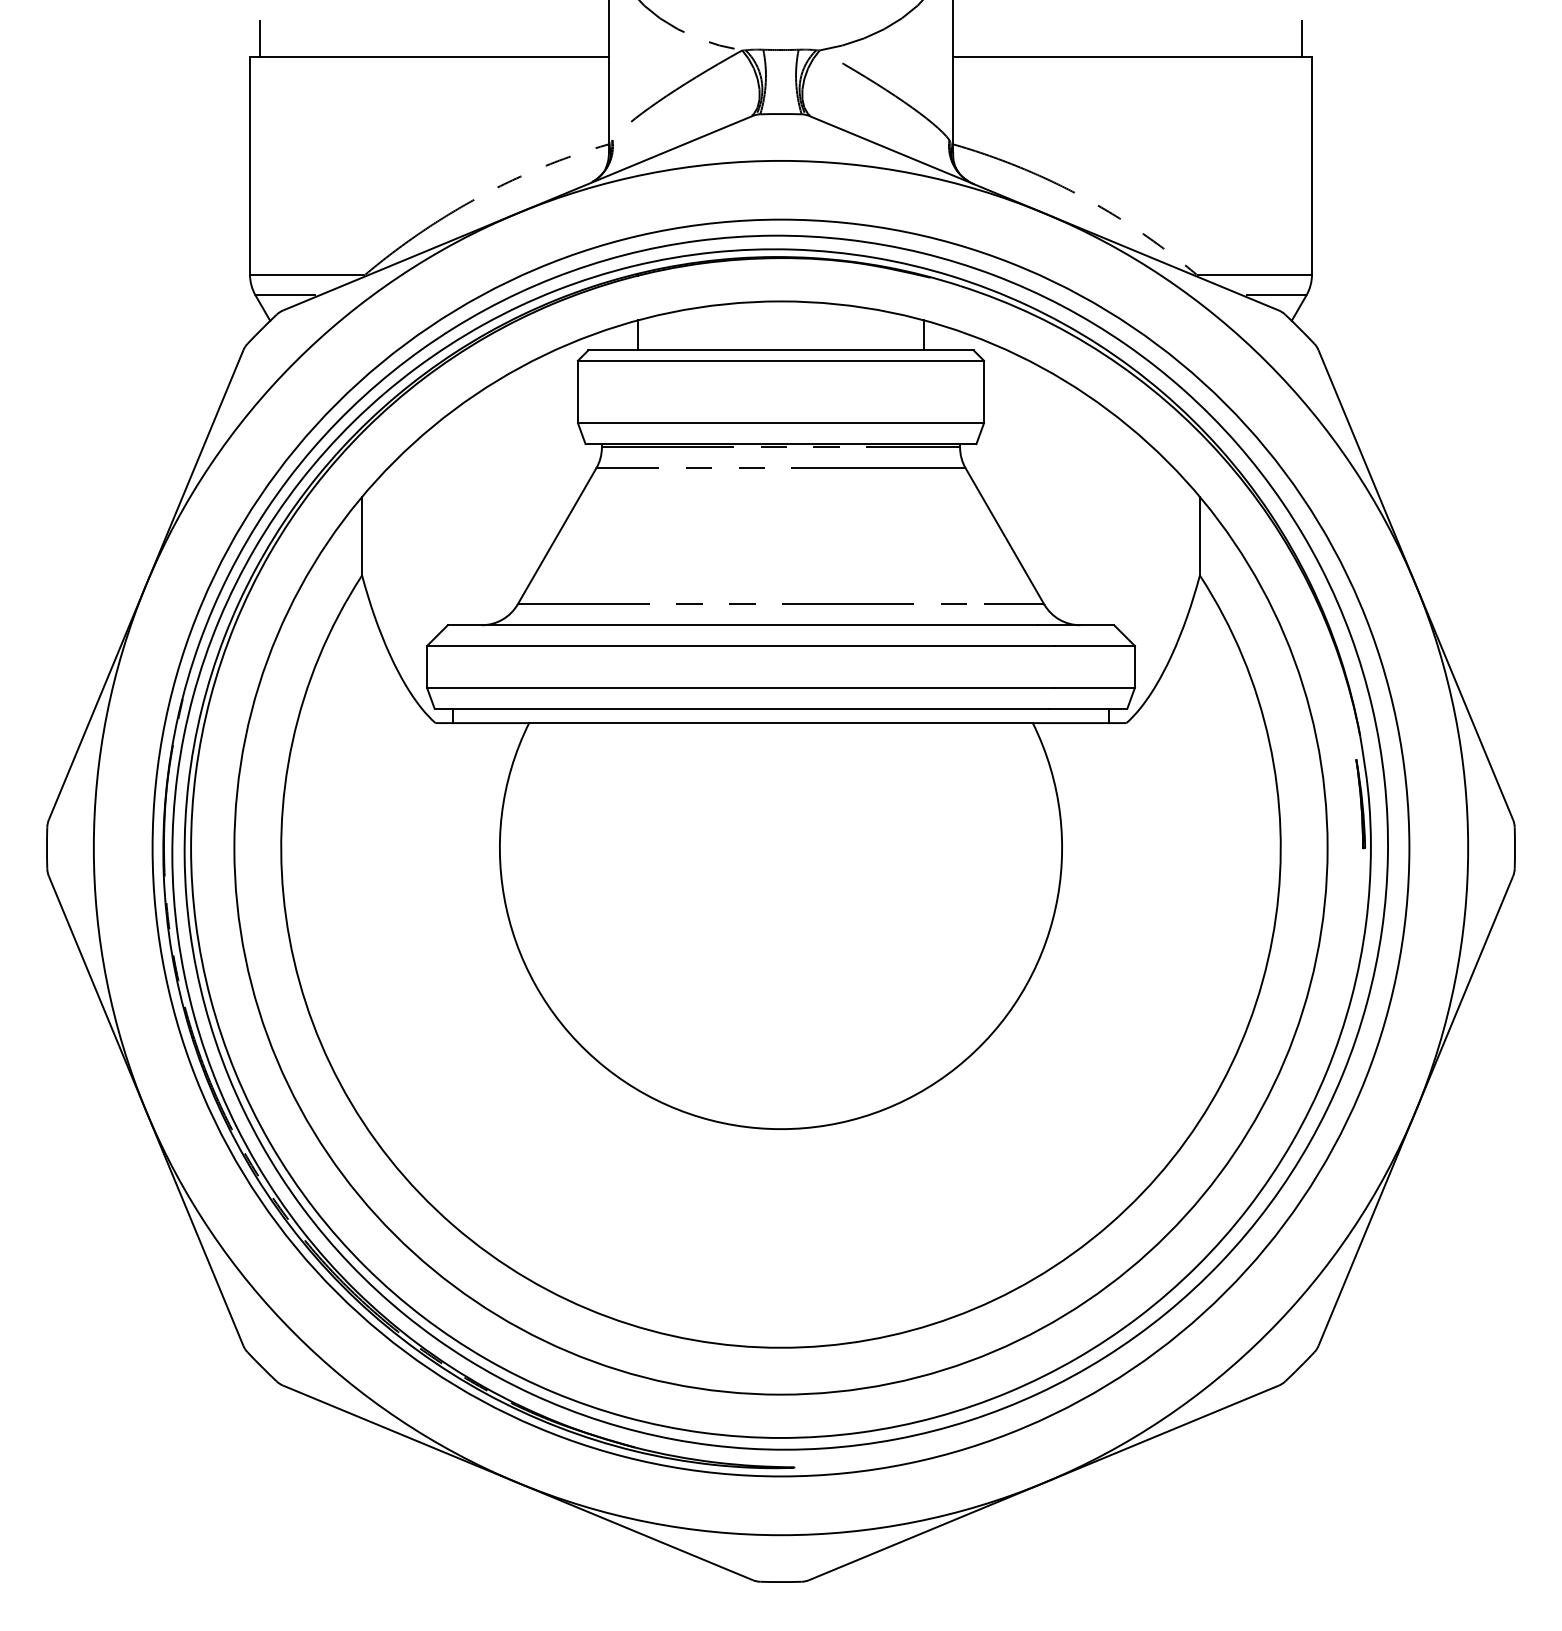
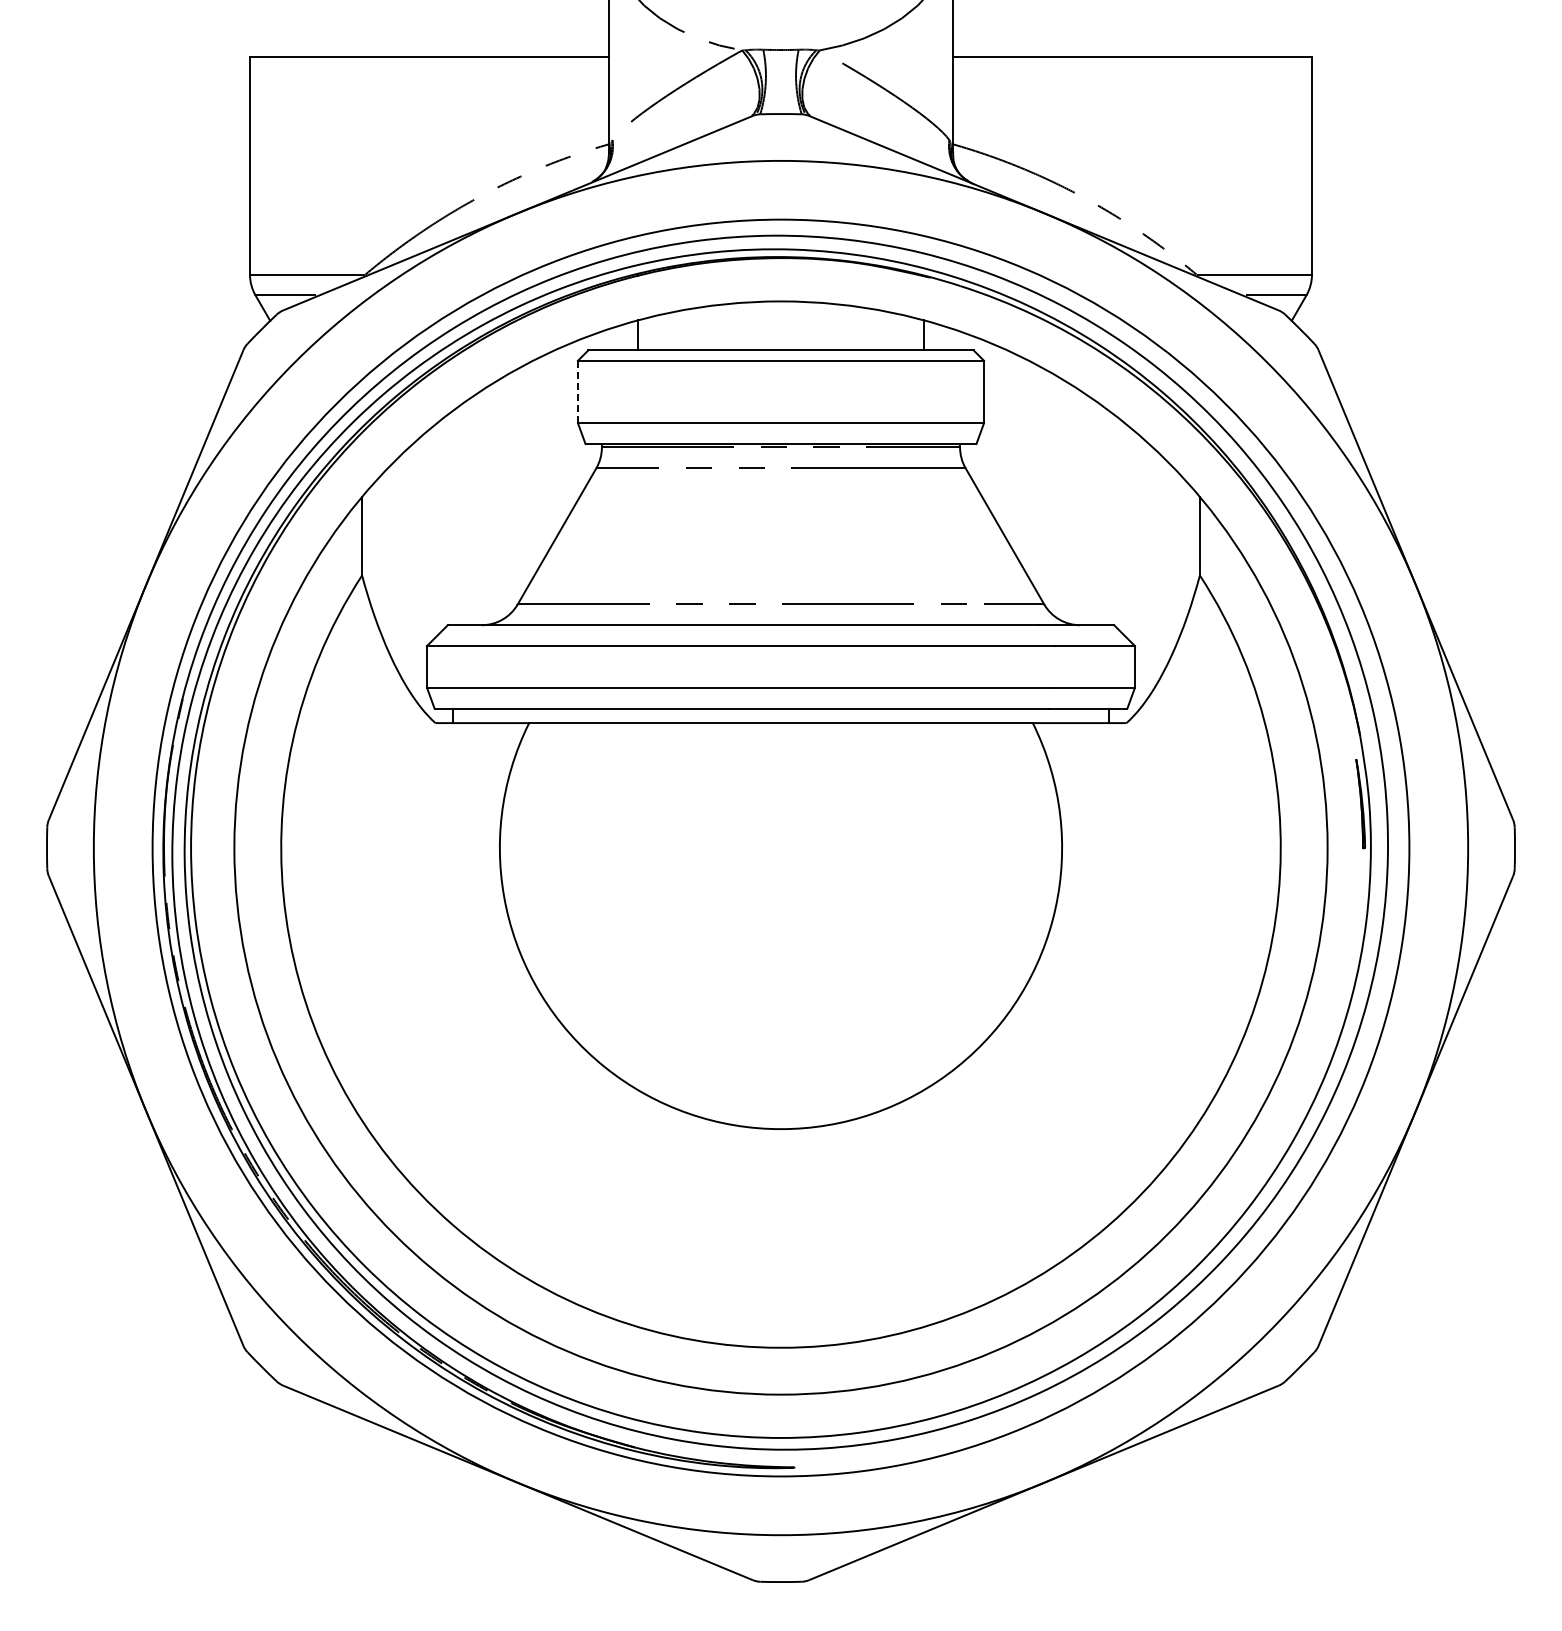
line at (260, 38): present -> none
line at (1301, 38): present -> none
line at (577, 392): solid -> dashed
